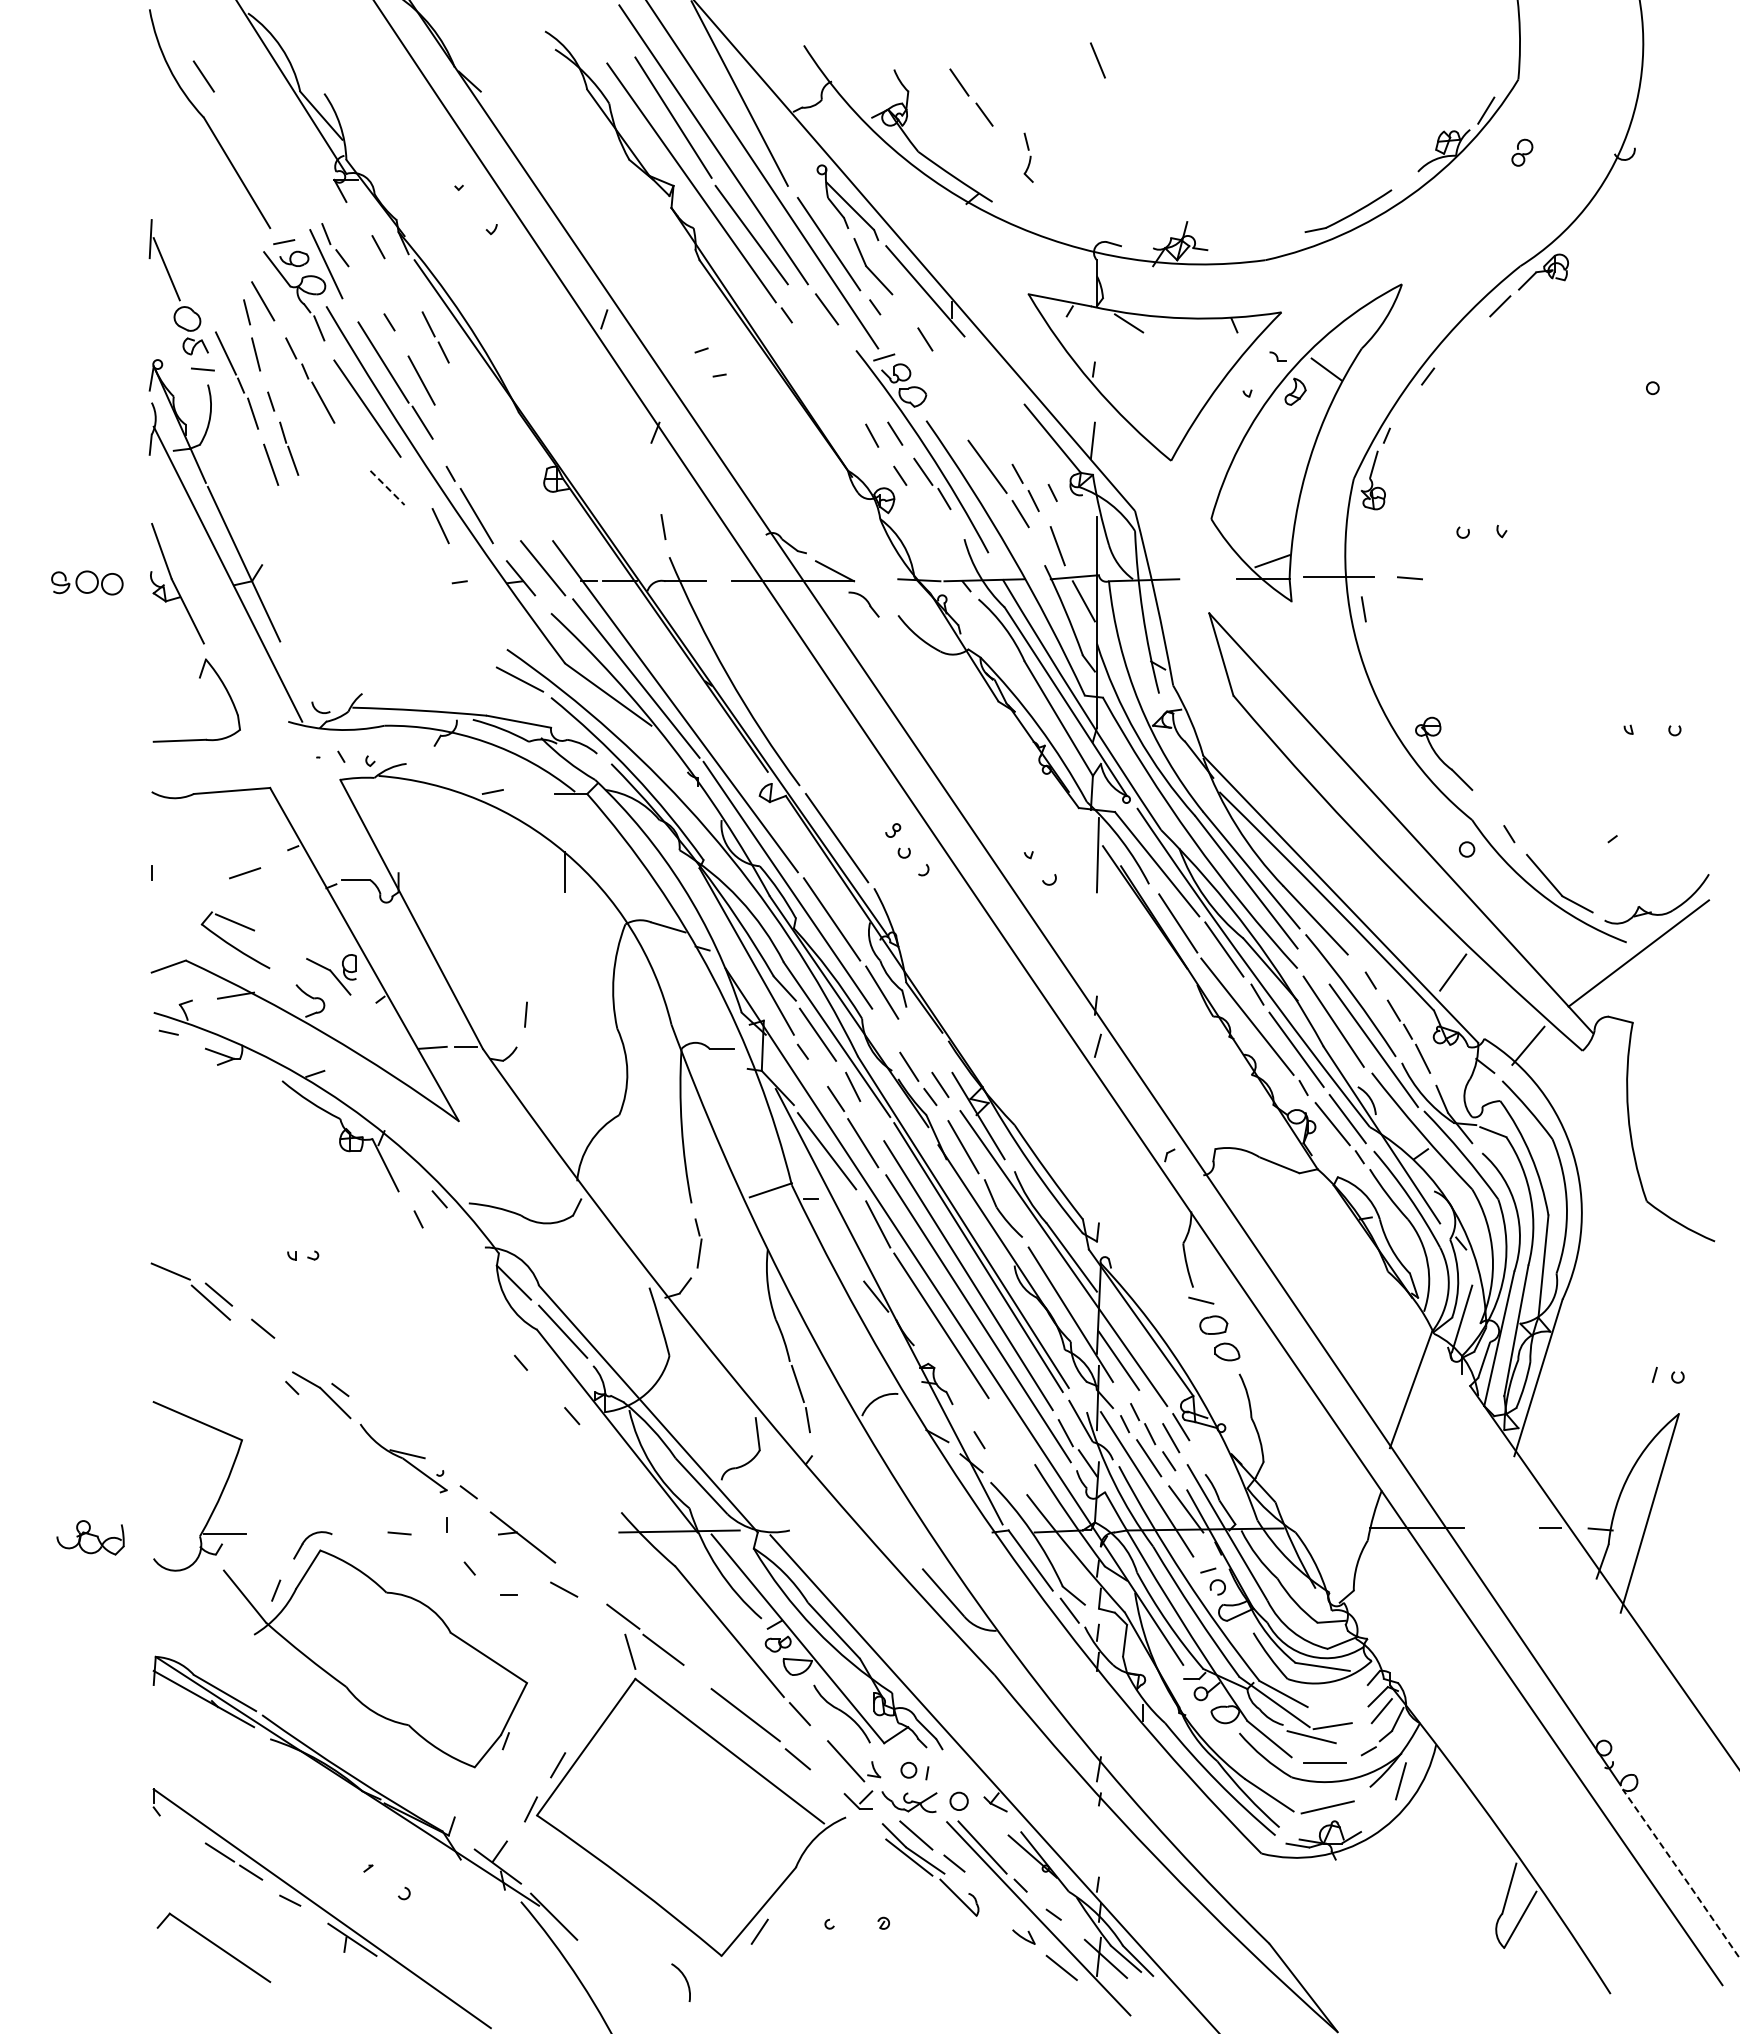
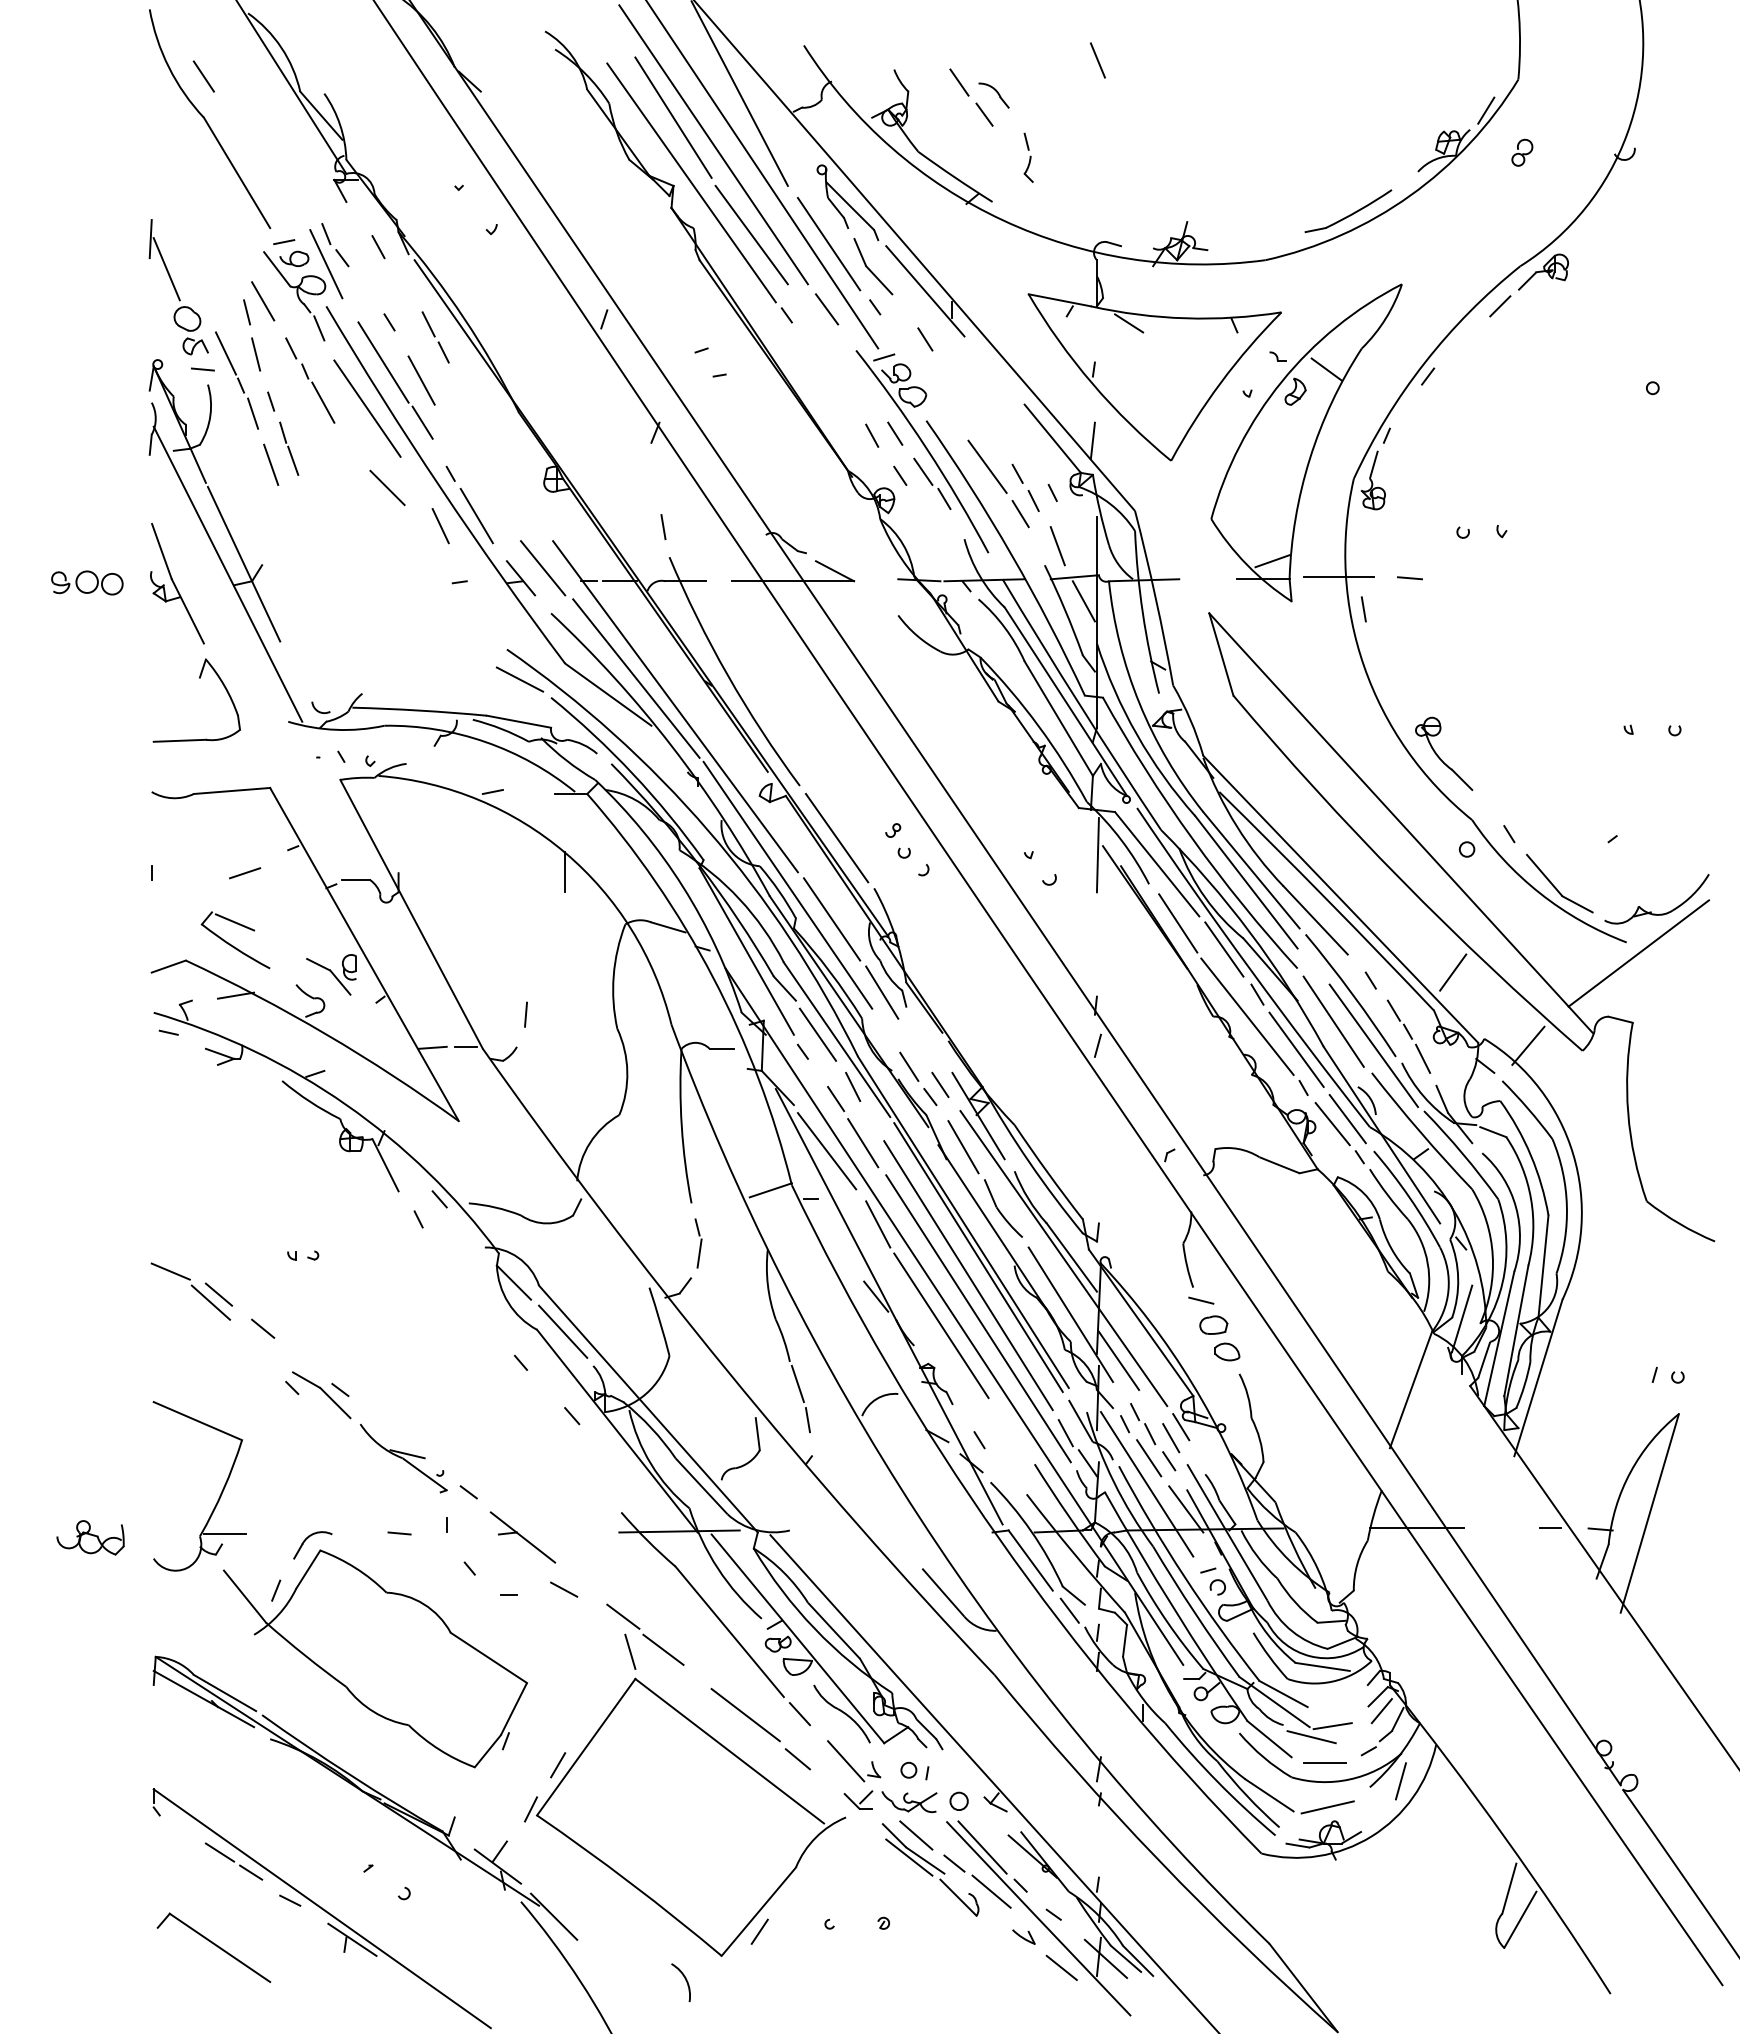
line at (387, 488): dashed -> solid
part at (863, 604) position: (863, 604) -> (993, 95)
arc at (1681, 1874): dashed -> solid
line at (991, 1891): none -> present
